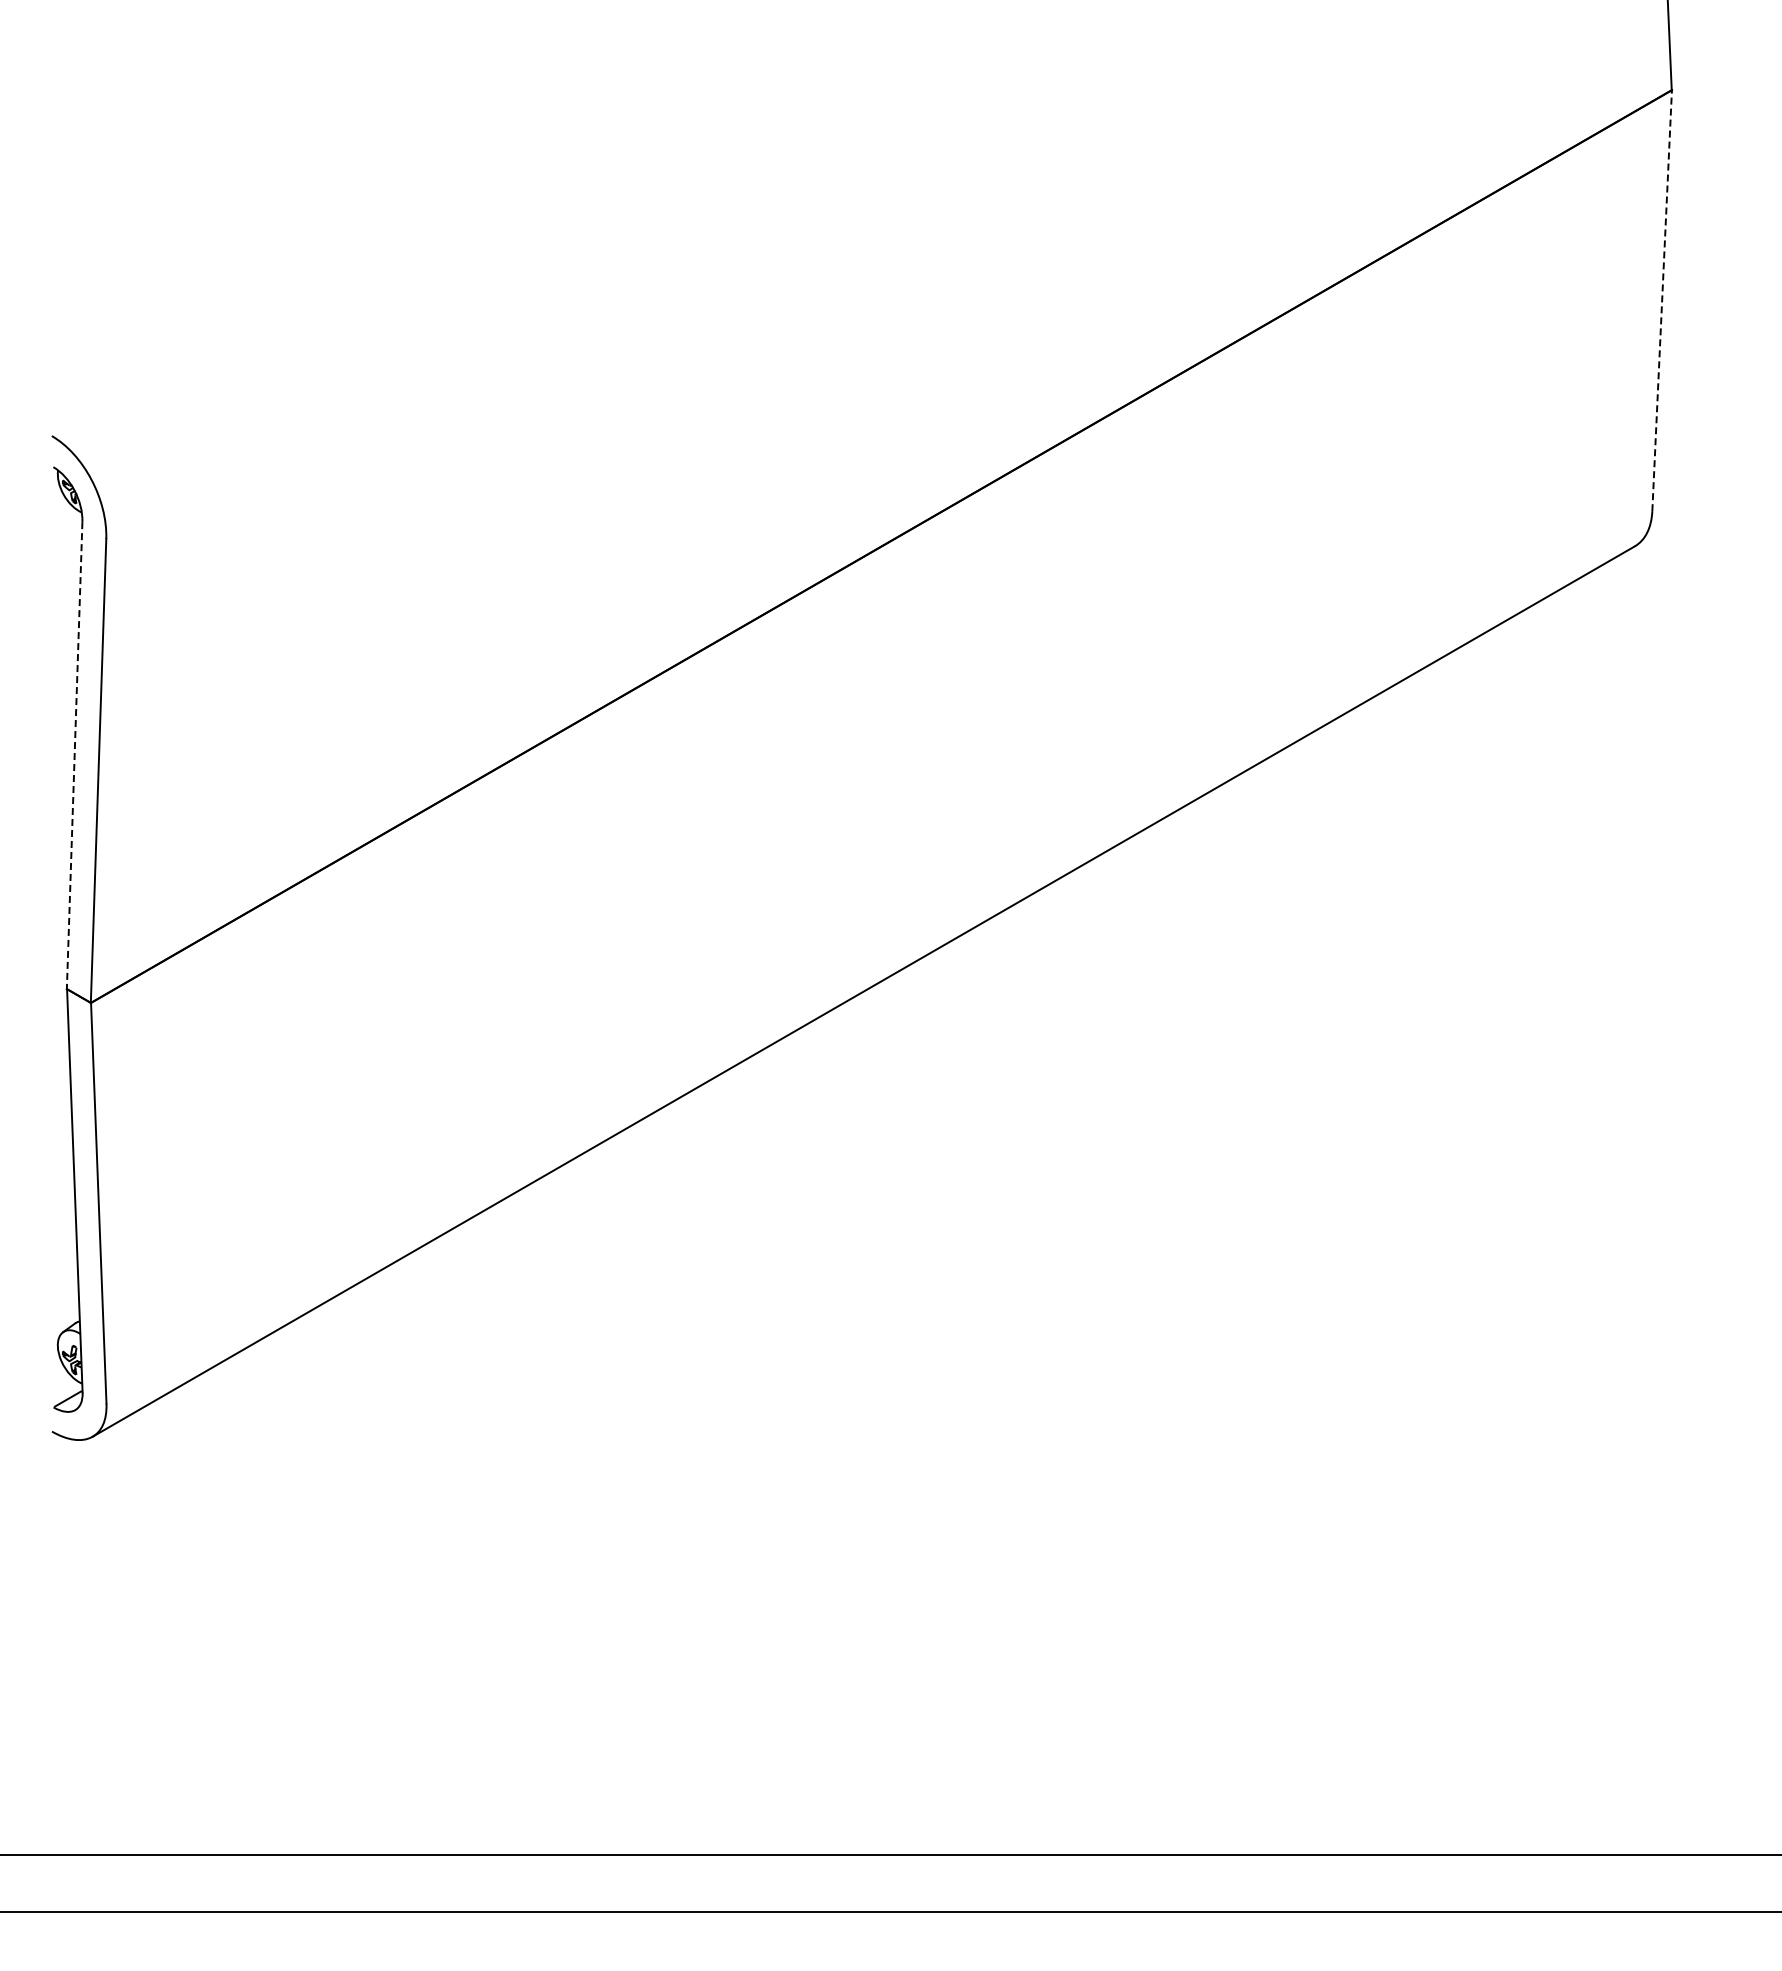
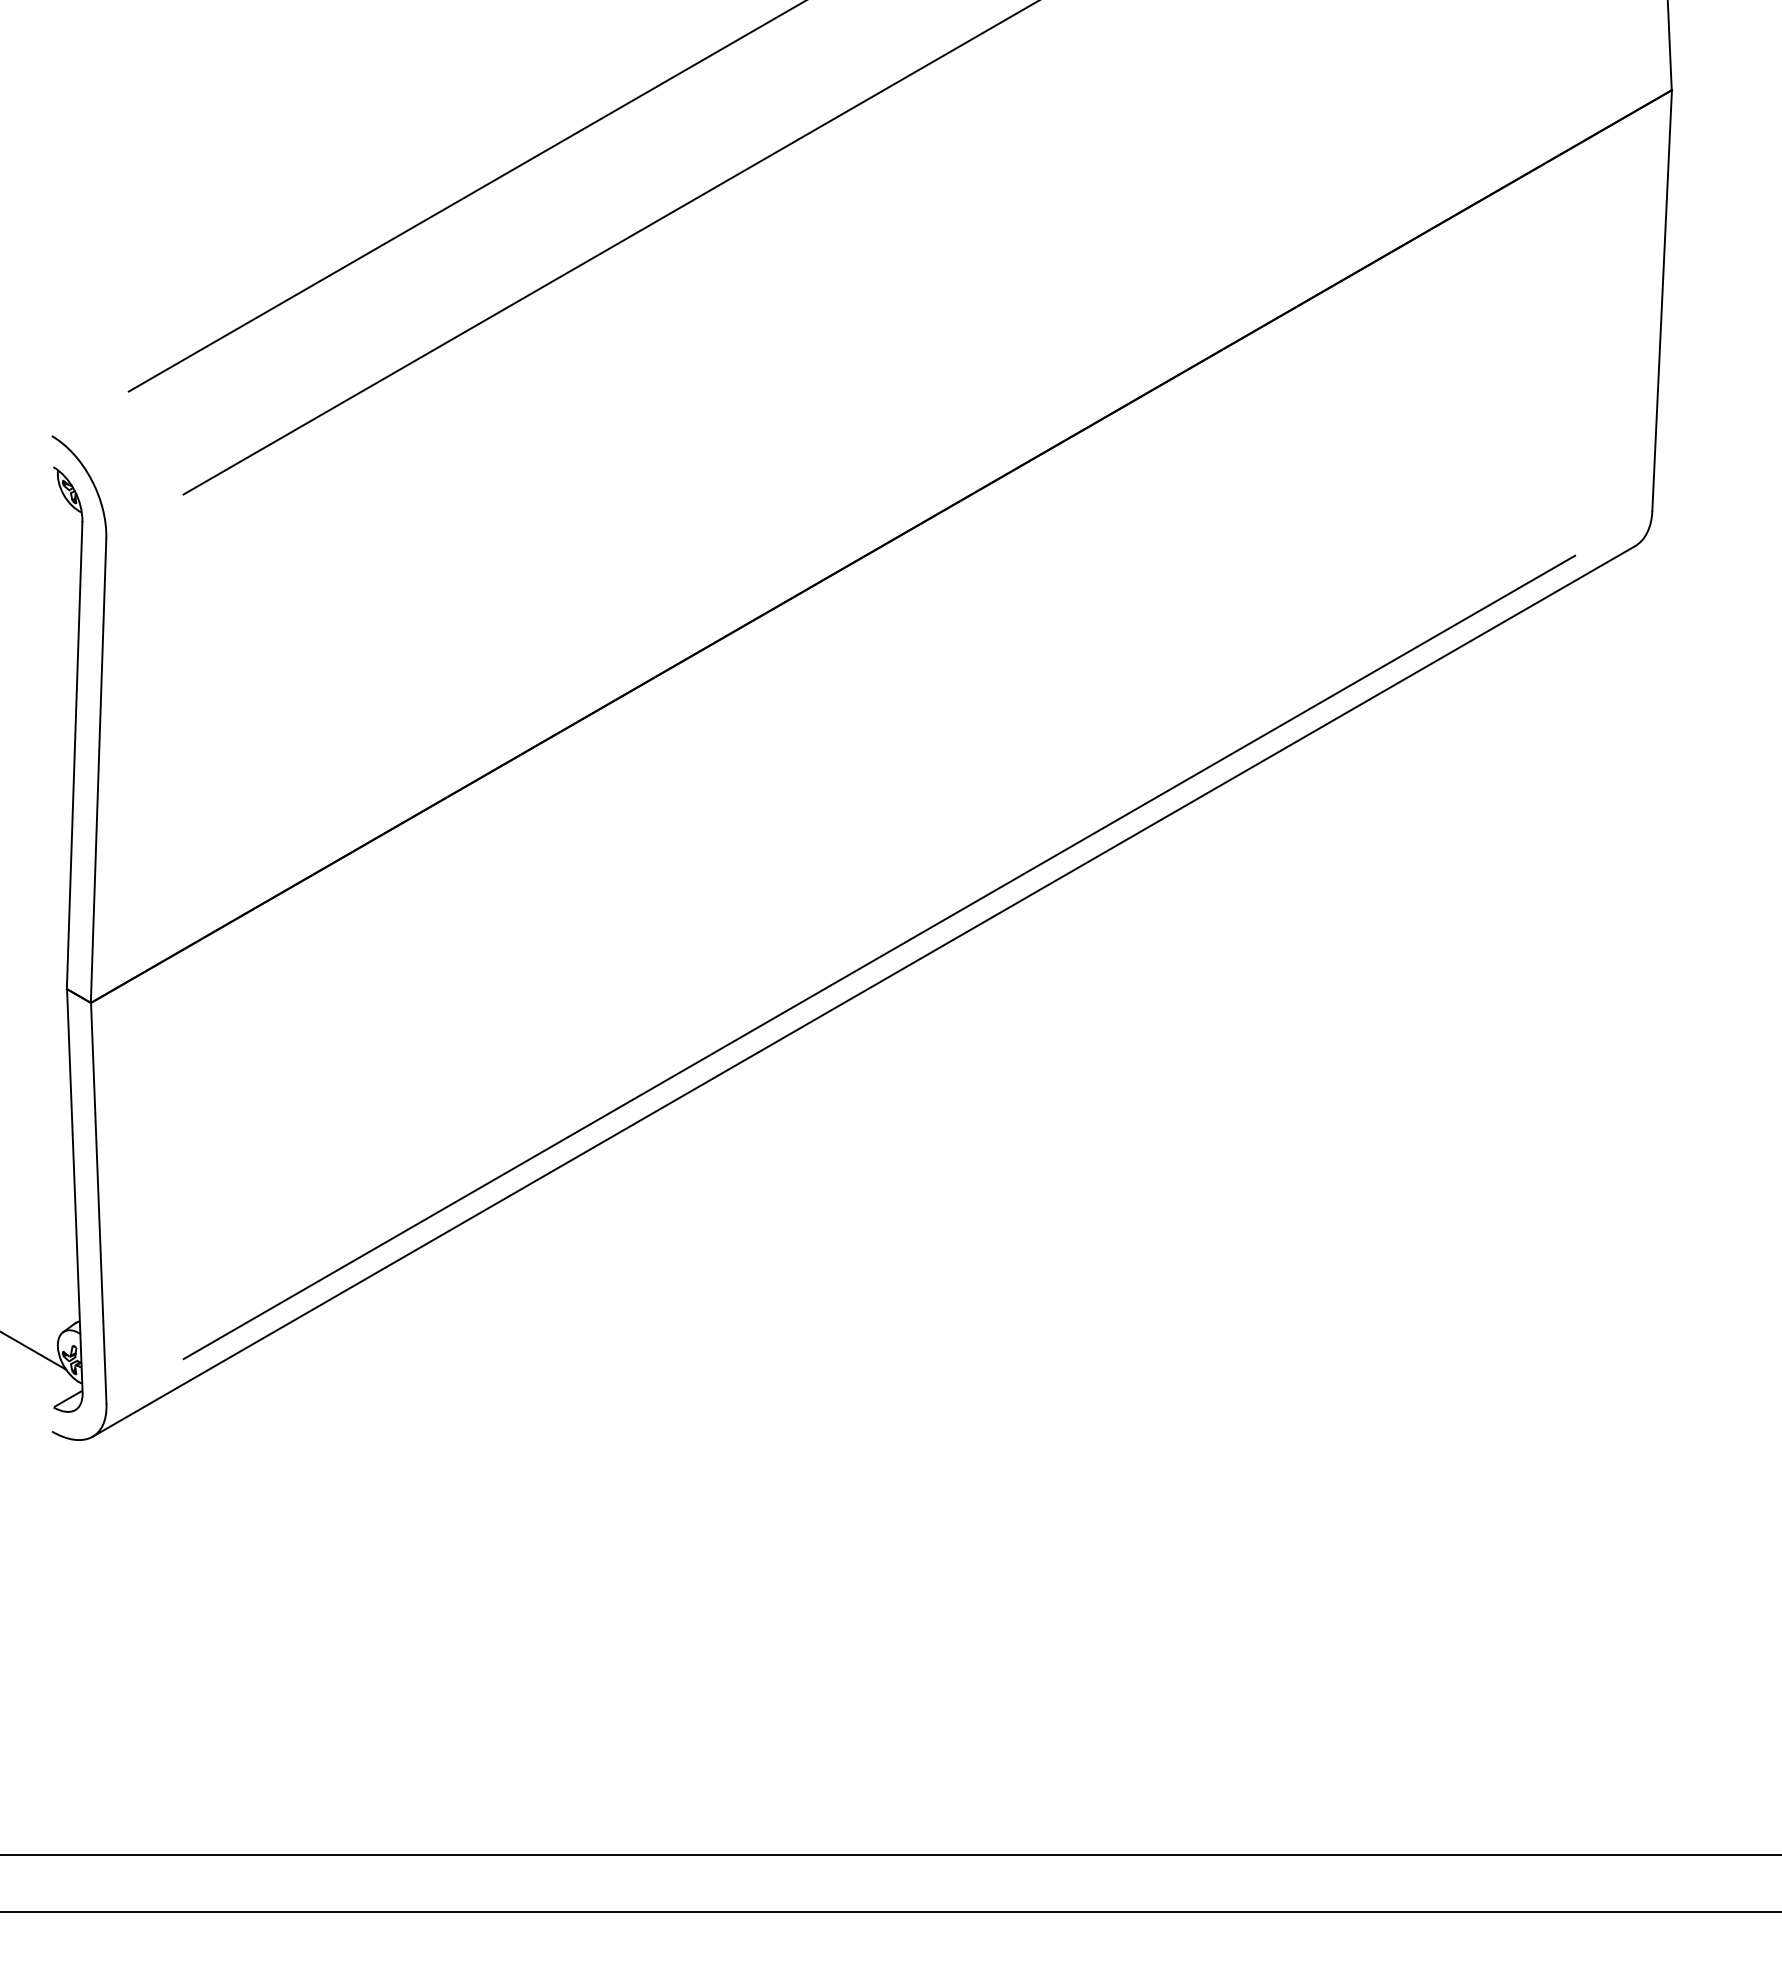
line at (465, 196): none -> present
line at (609, 248): none -> present
line at (1662, 300): dashed -> solid
line at (74, 755): dashed -> solid
line at (879, 957): none -> present
line at (34, 1350): none -> present
